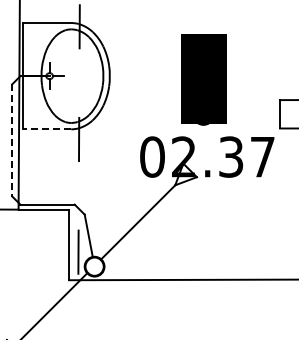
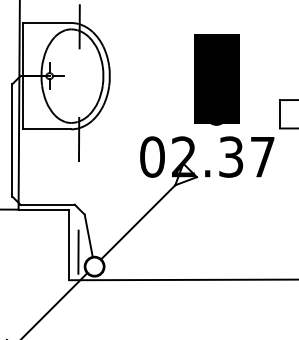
text at (203, 79) position: (203, 79) -> (216, 79)
line at (46, 129): dashed -> solid
line at (12, 140): dashed -> solid
